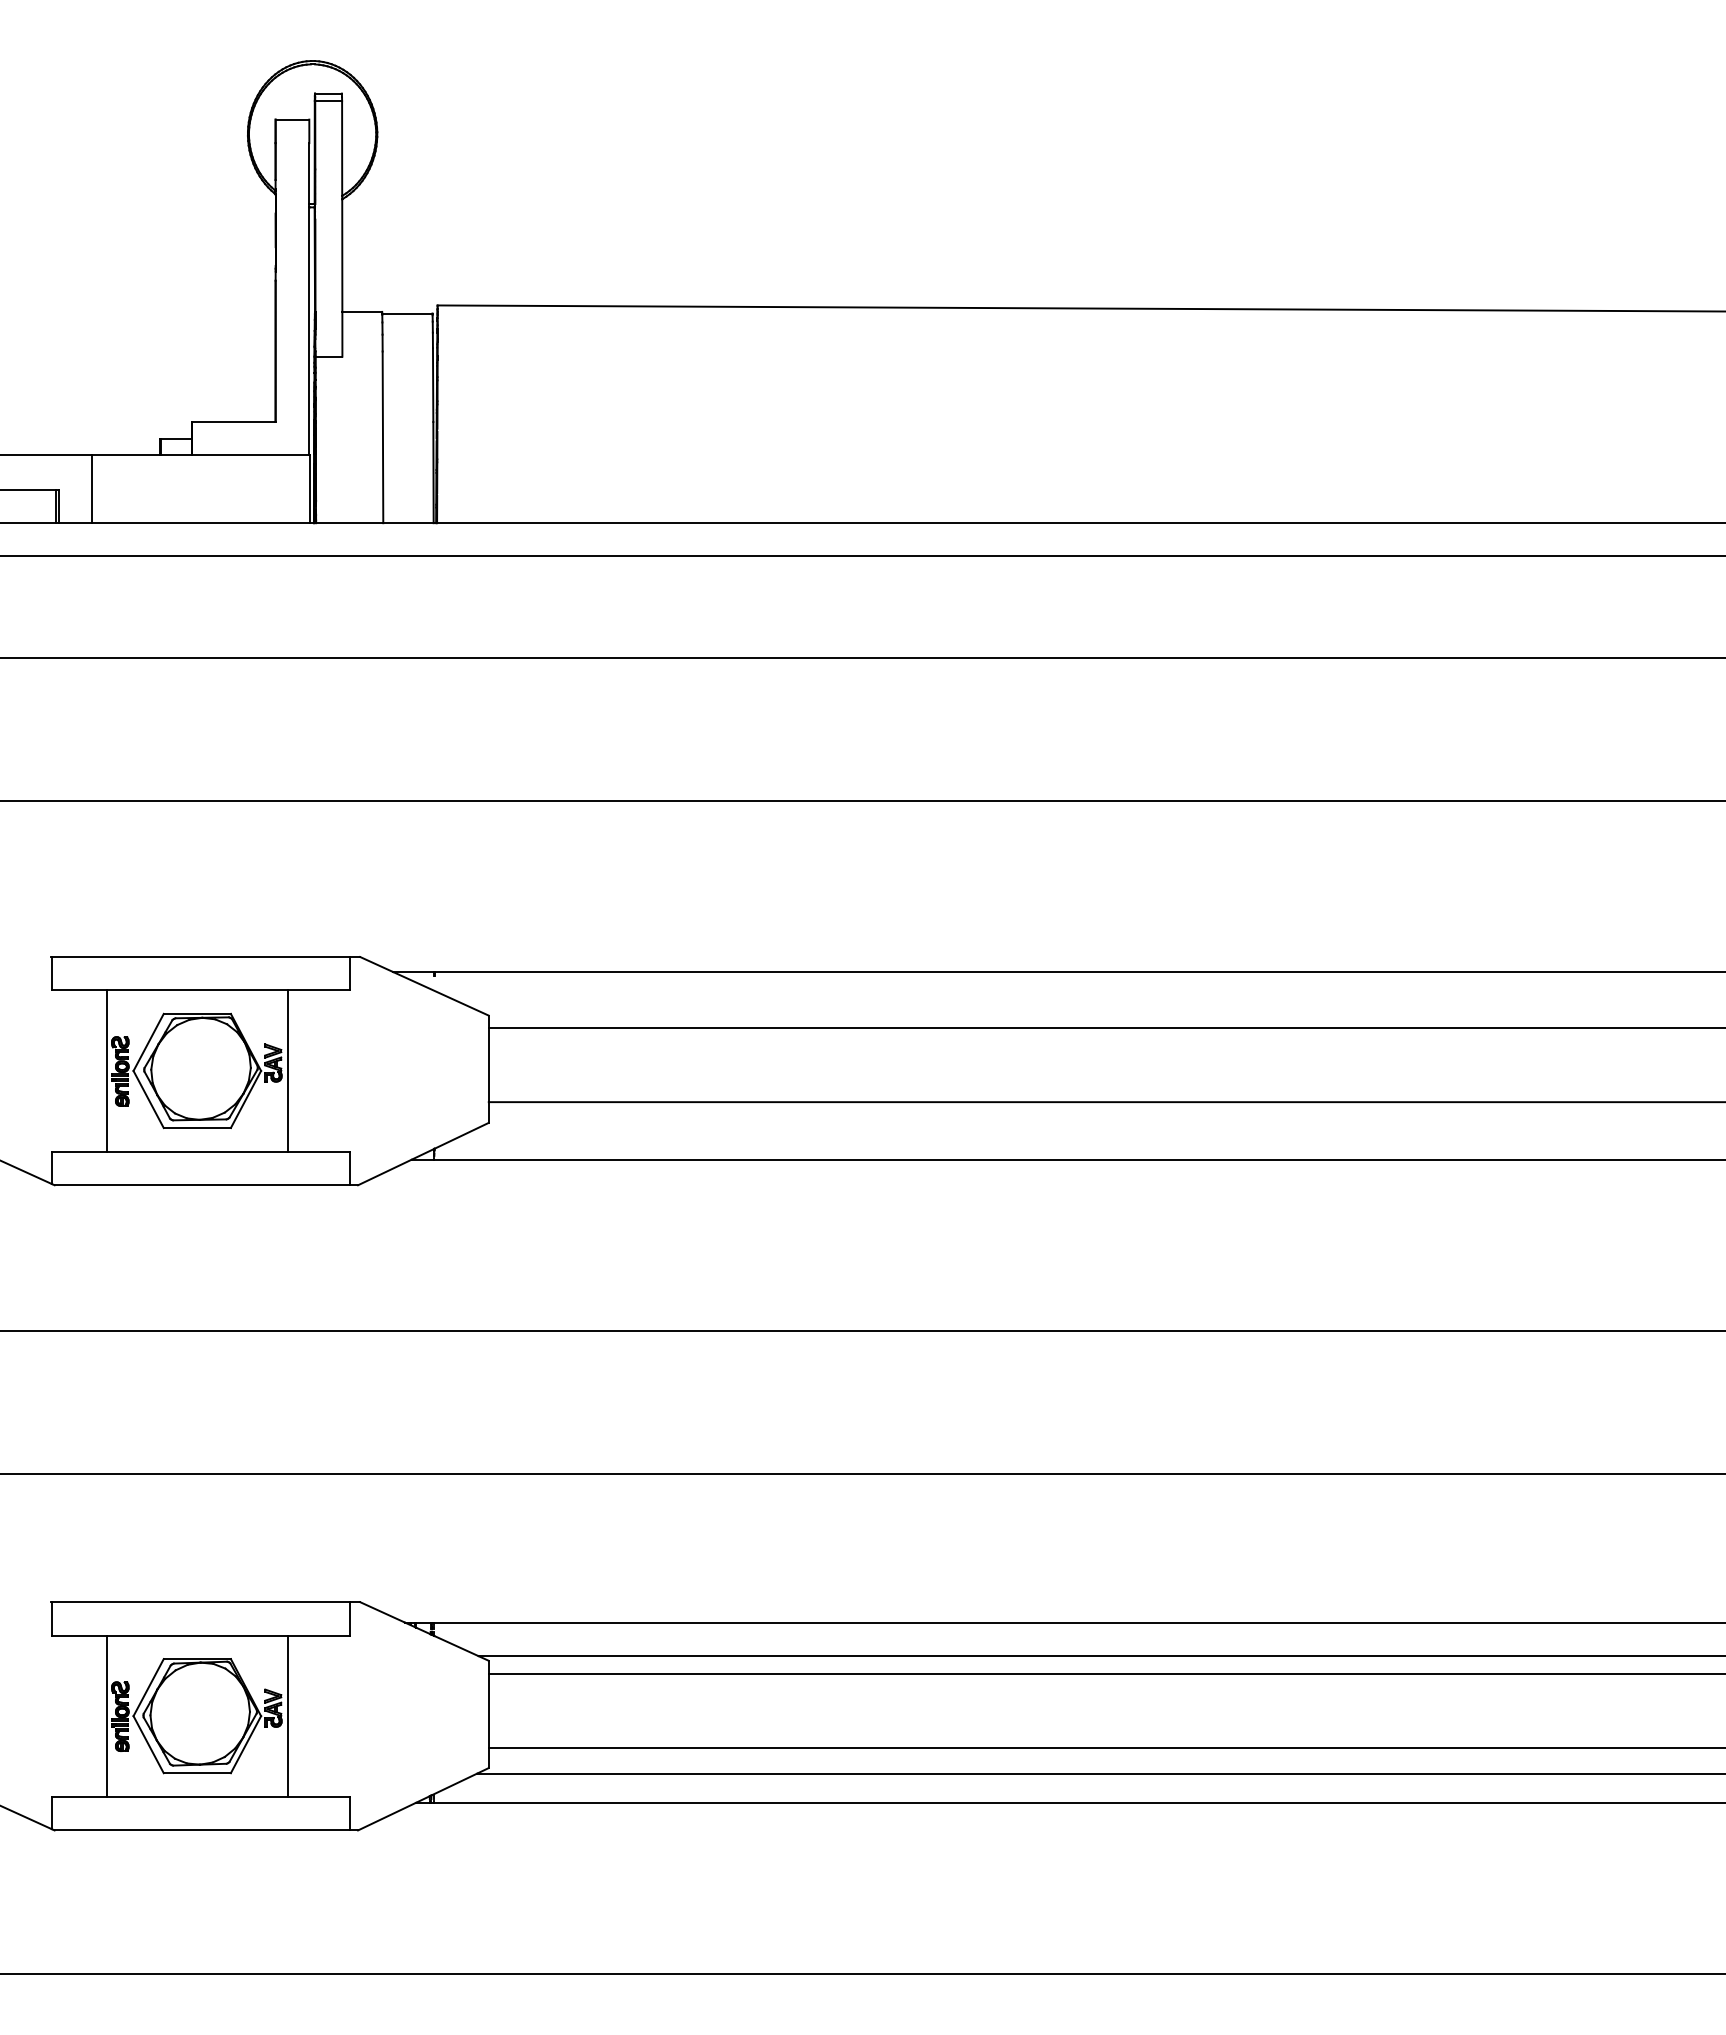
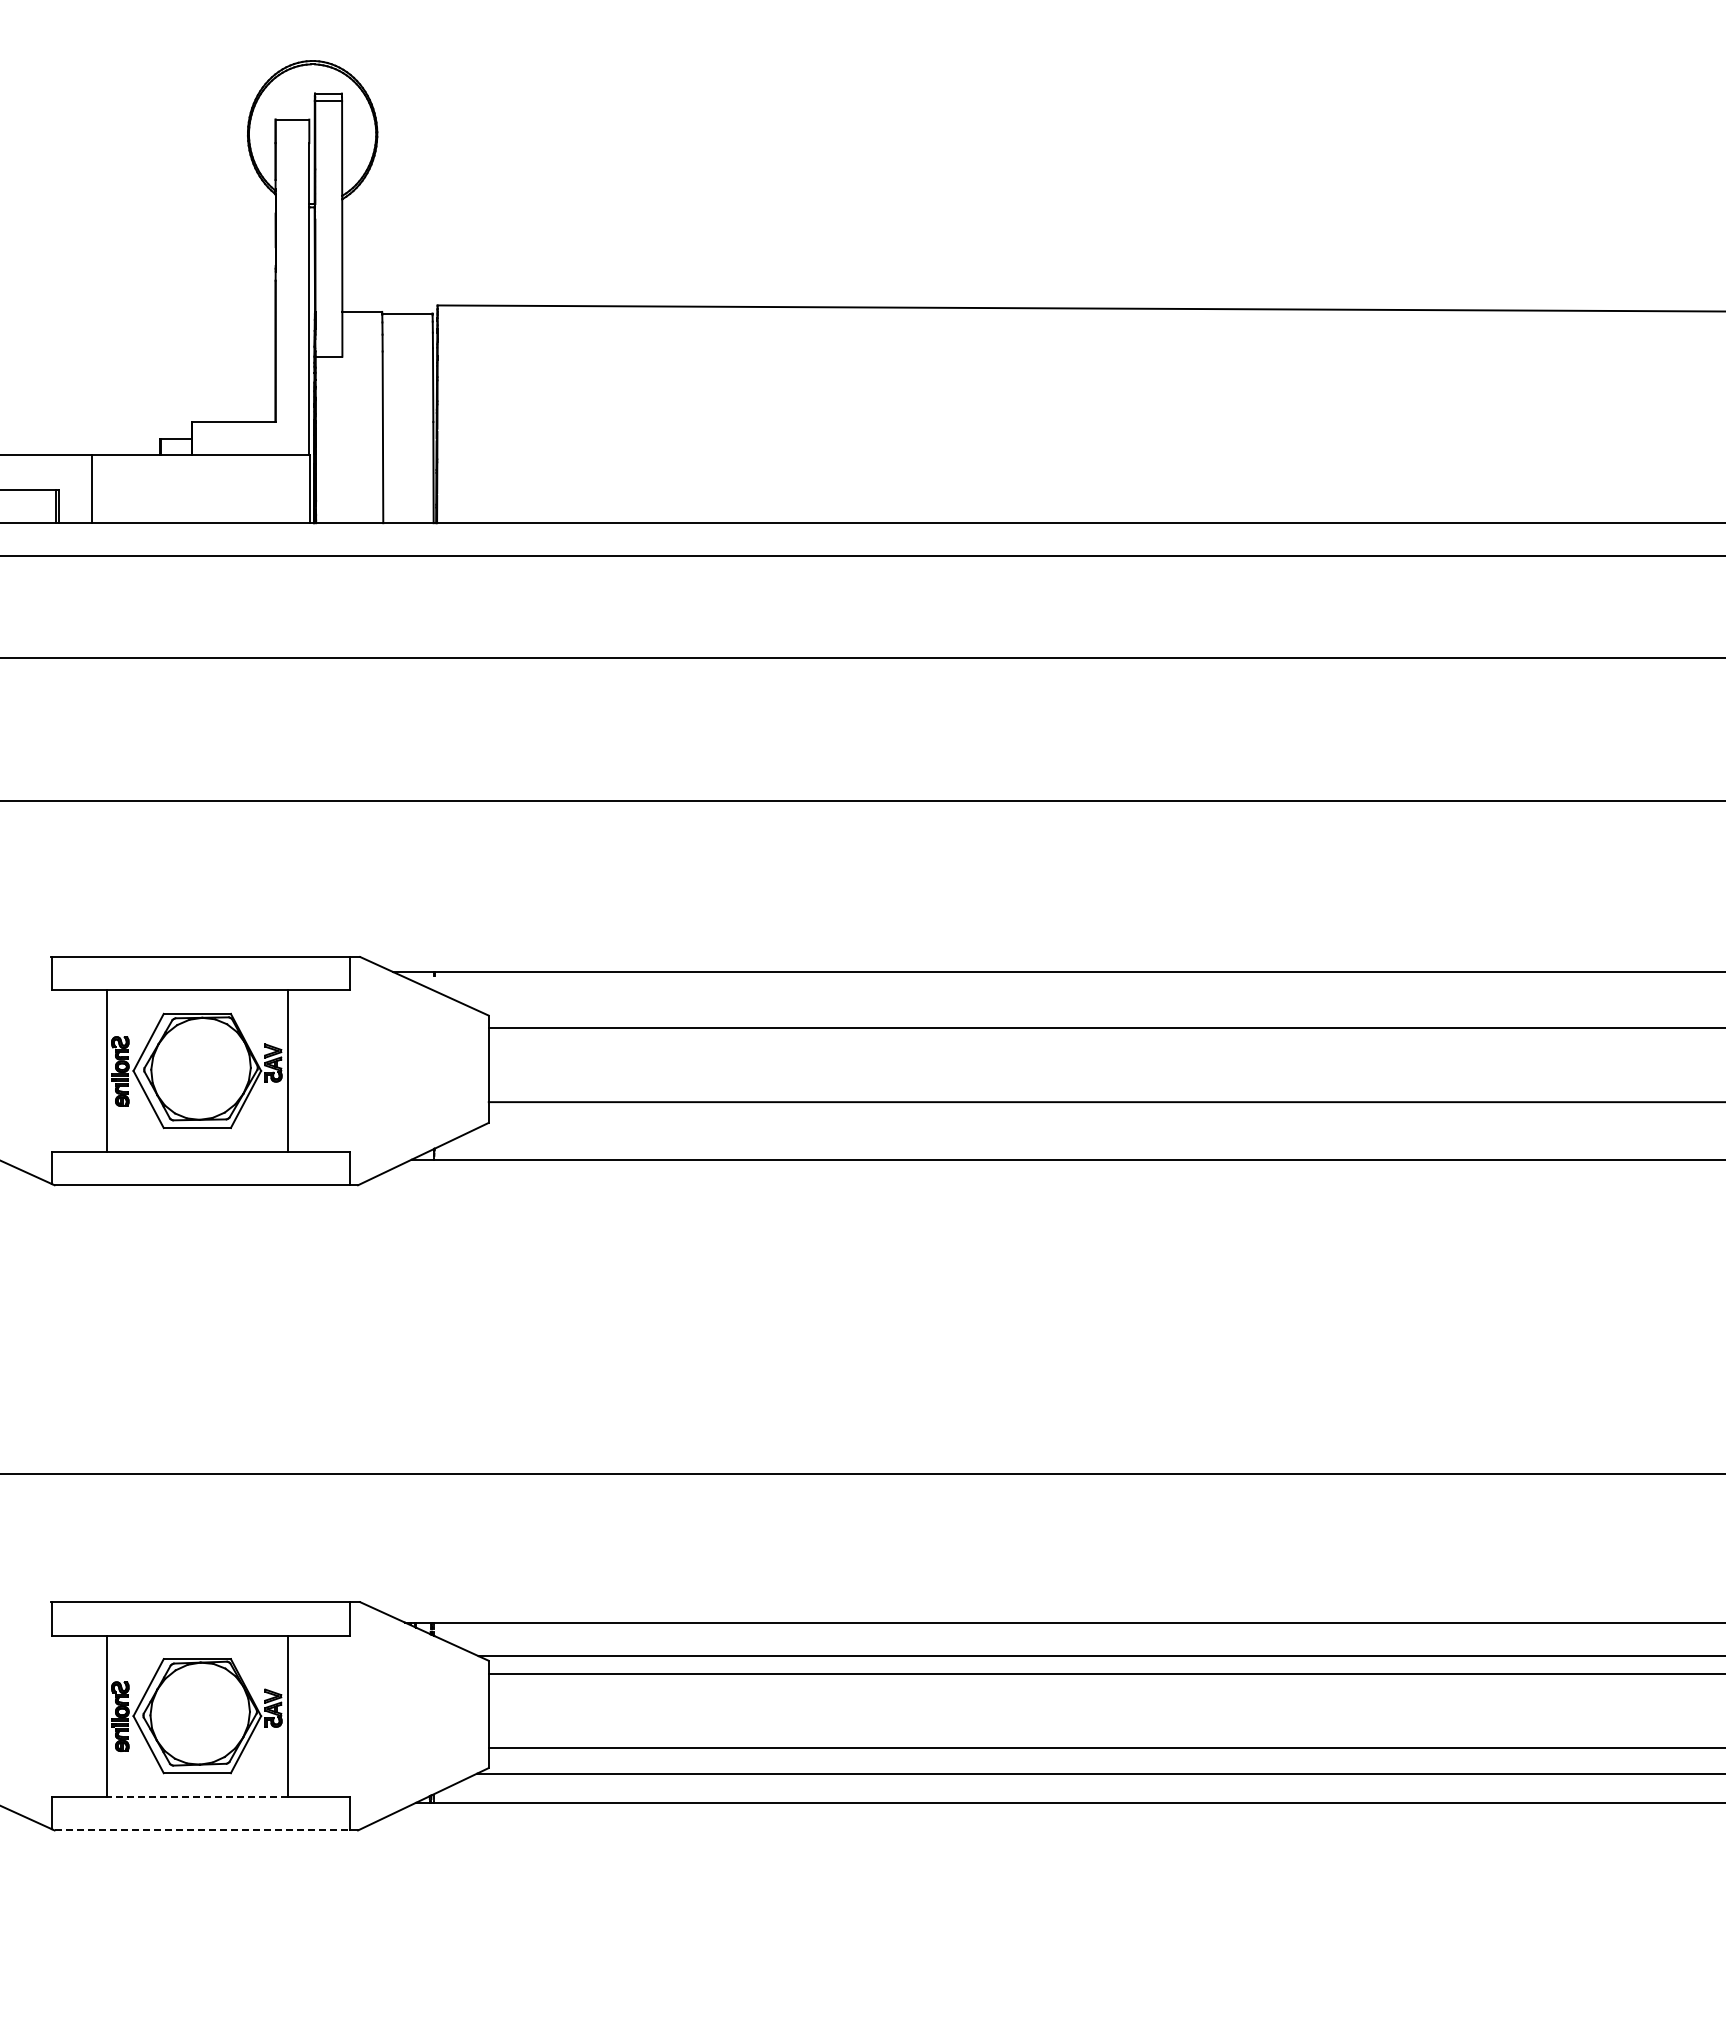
line at (862, 1330): present -> none
line at (196, 1796): solid -> dashed
line at (202, 1830): solid -> dashed
line at (862, 1973): present -> none
